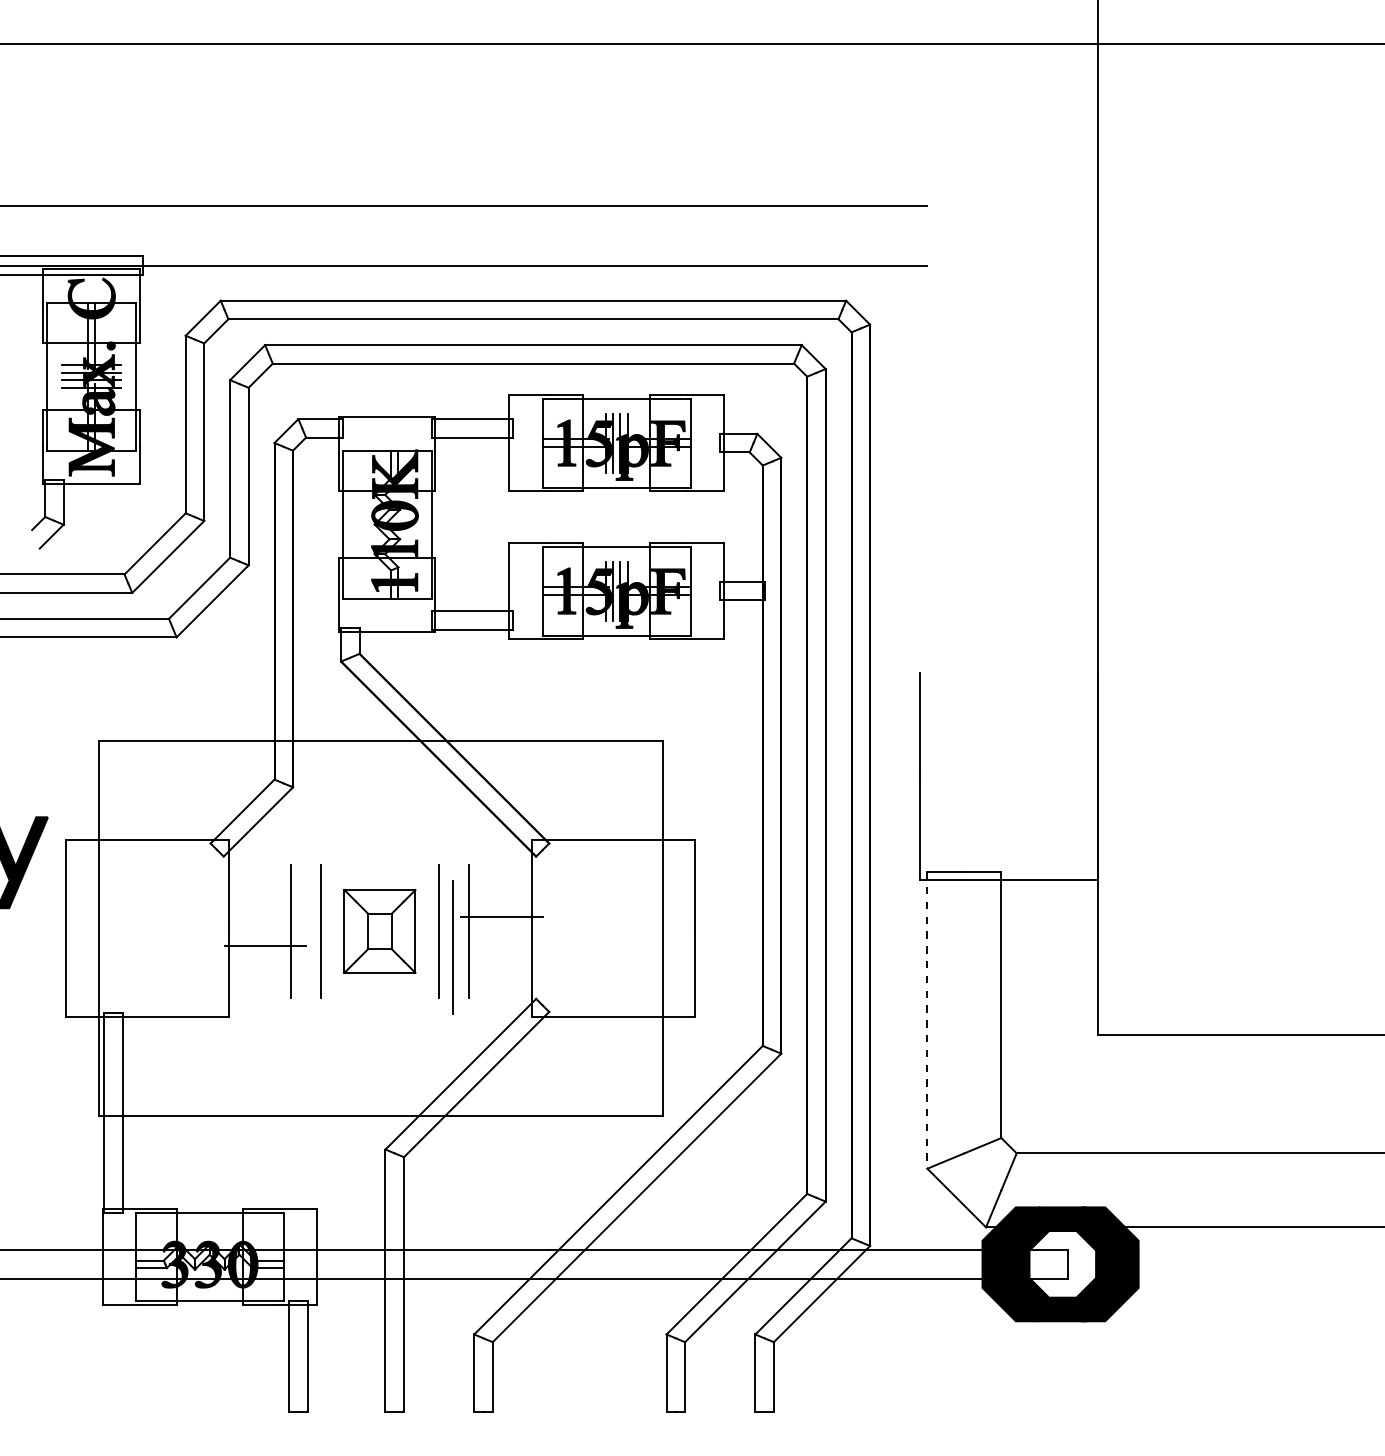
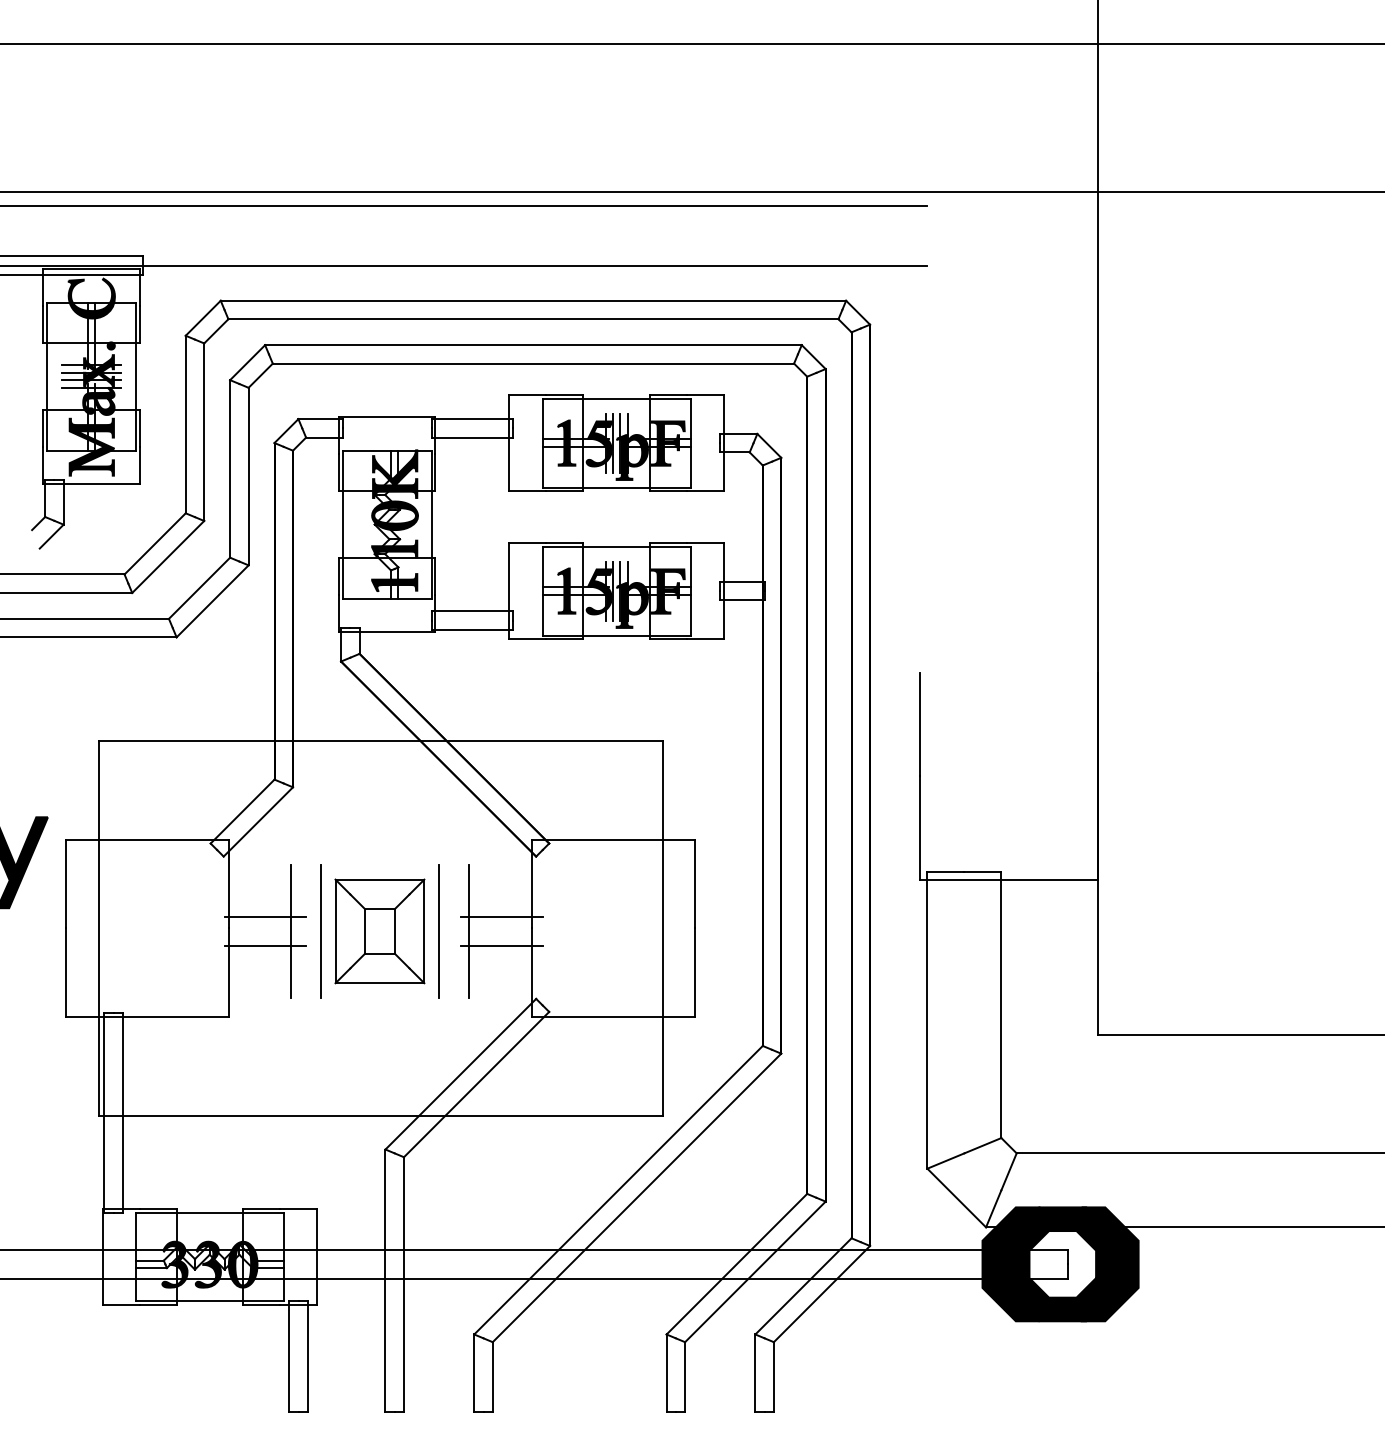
line at (691, 191): none -> present
line at (264, 916): none -> present
part at (379, 931) size: 74x85 px -> 92x107 px
line at (501, 946): none -> present
line at (452, 947): present -> none
line at (927, 1020): dashed -> solid
